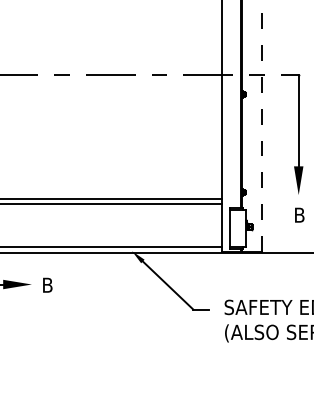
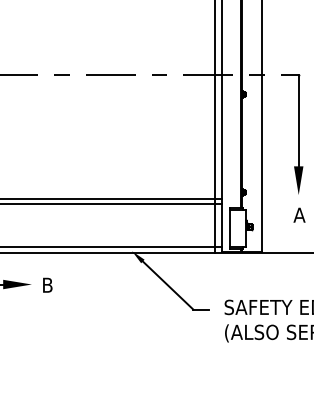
line at (261, 126): dashed -> solid
line at (214, 127): none -> present
text at (299, 214): B -> A
